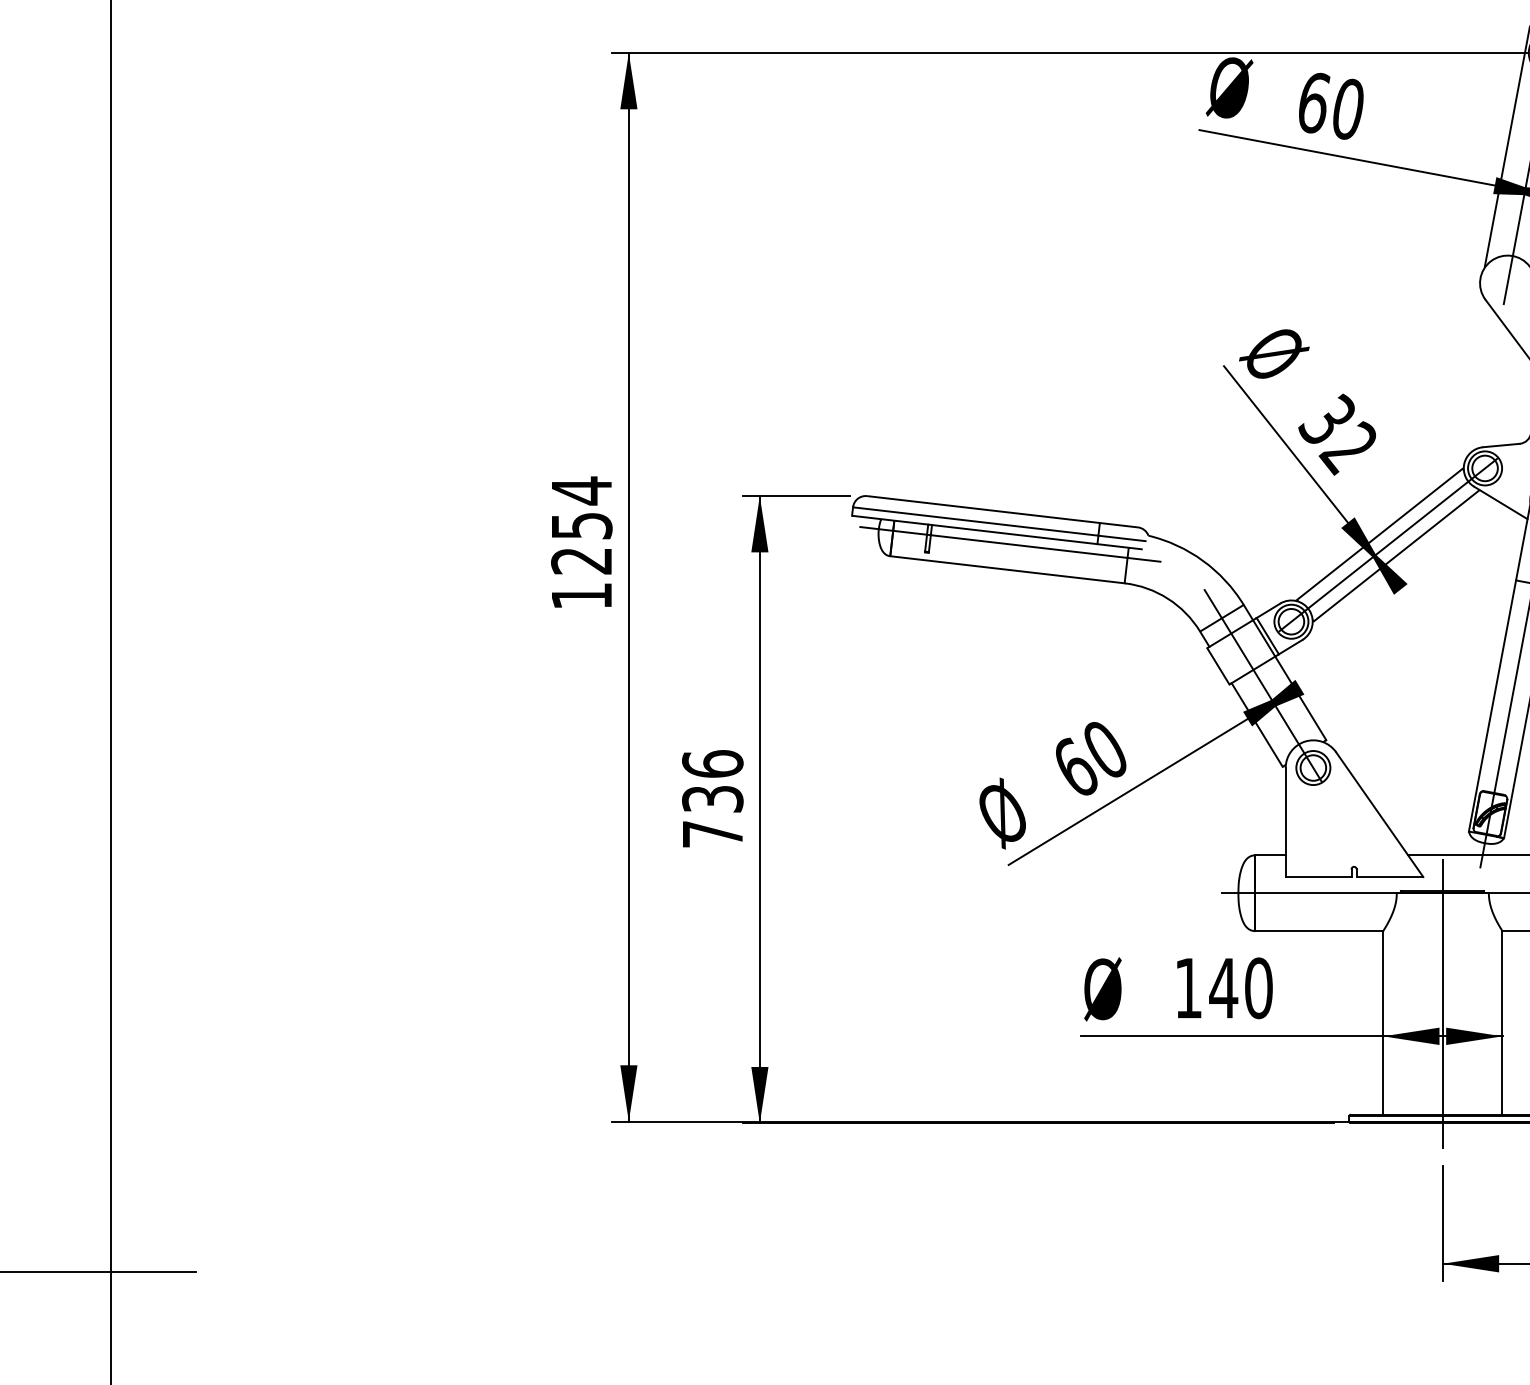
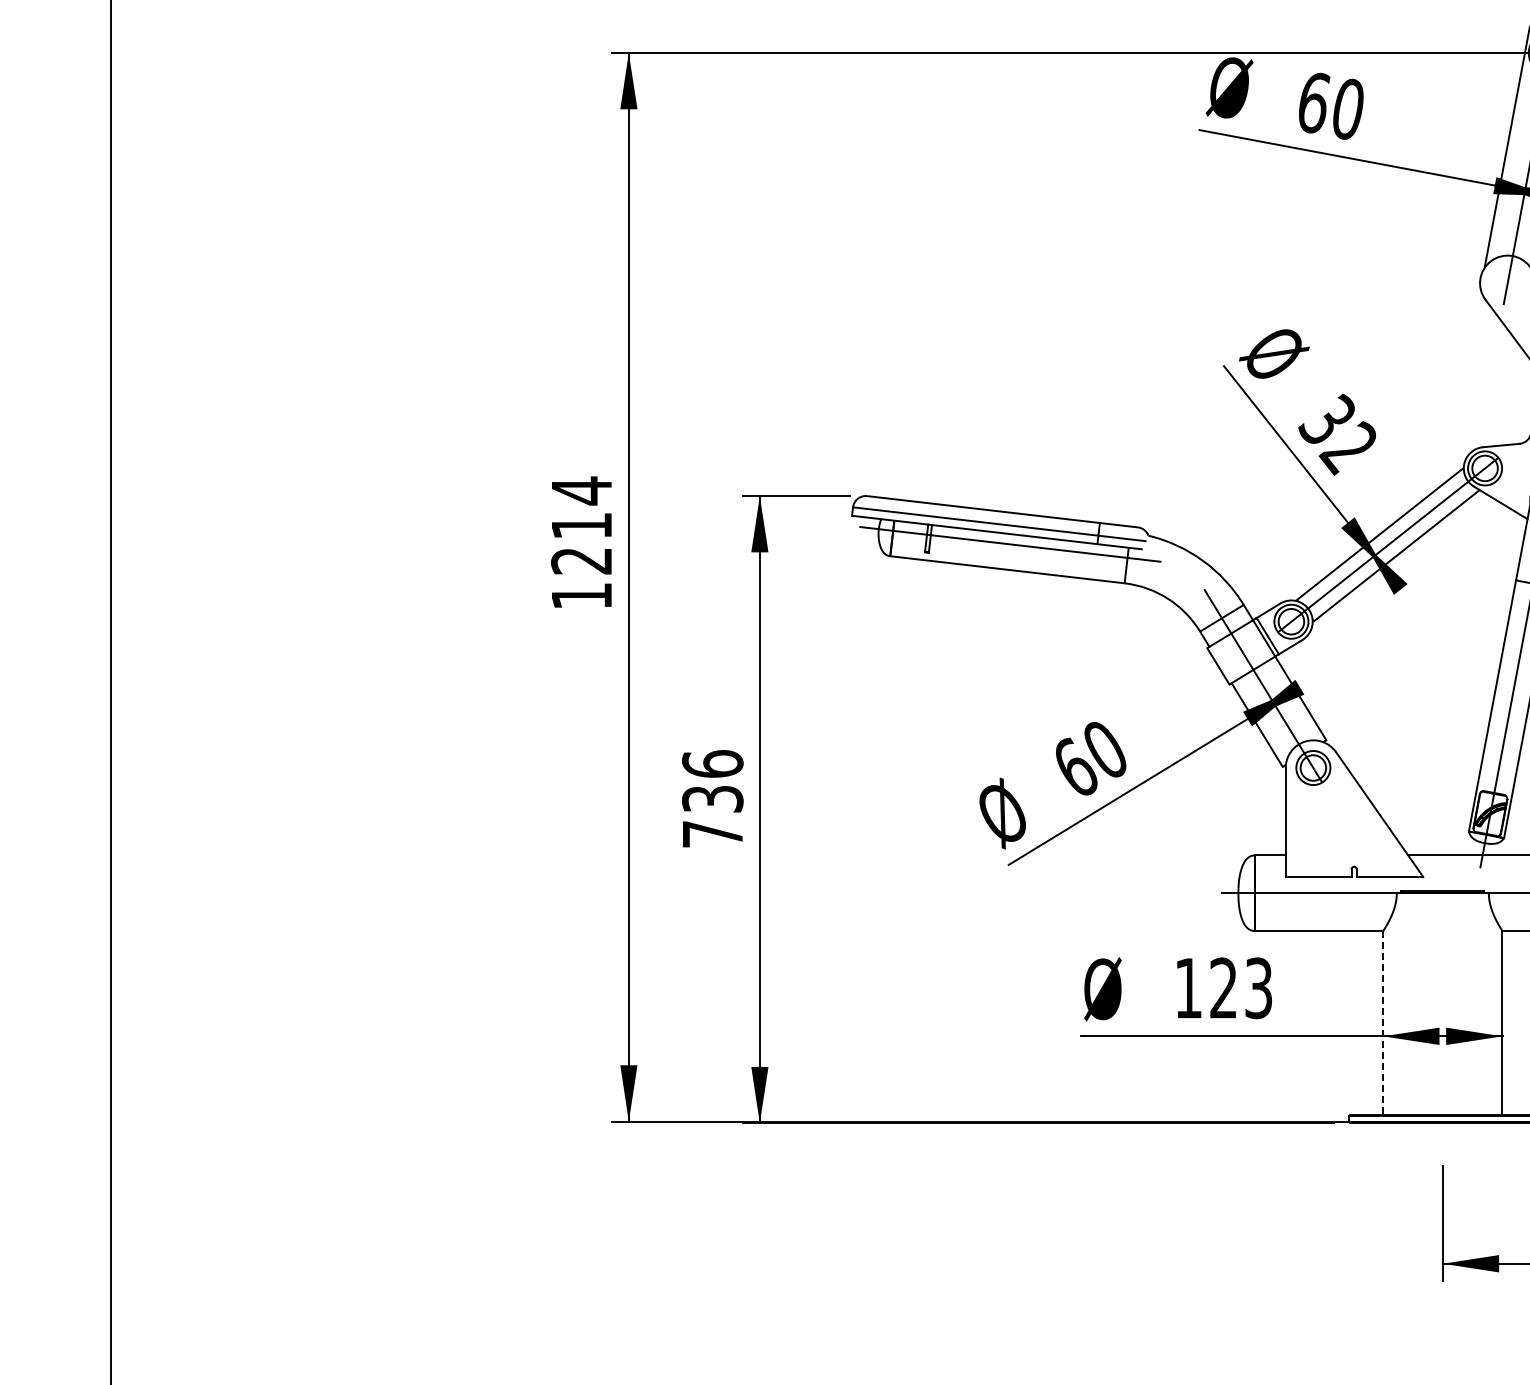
text at (582, 526): 1254 -> 1214
text at (1240, 988): 140 -> 123
line at (1442, 1003): present -> none
line at (1383, 1022): solid -> dashed
line at (98, 1272): present -> none
